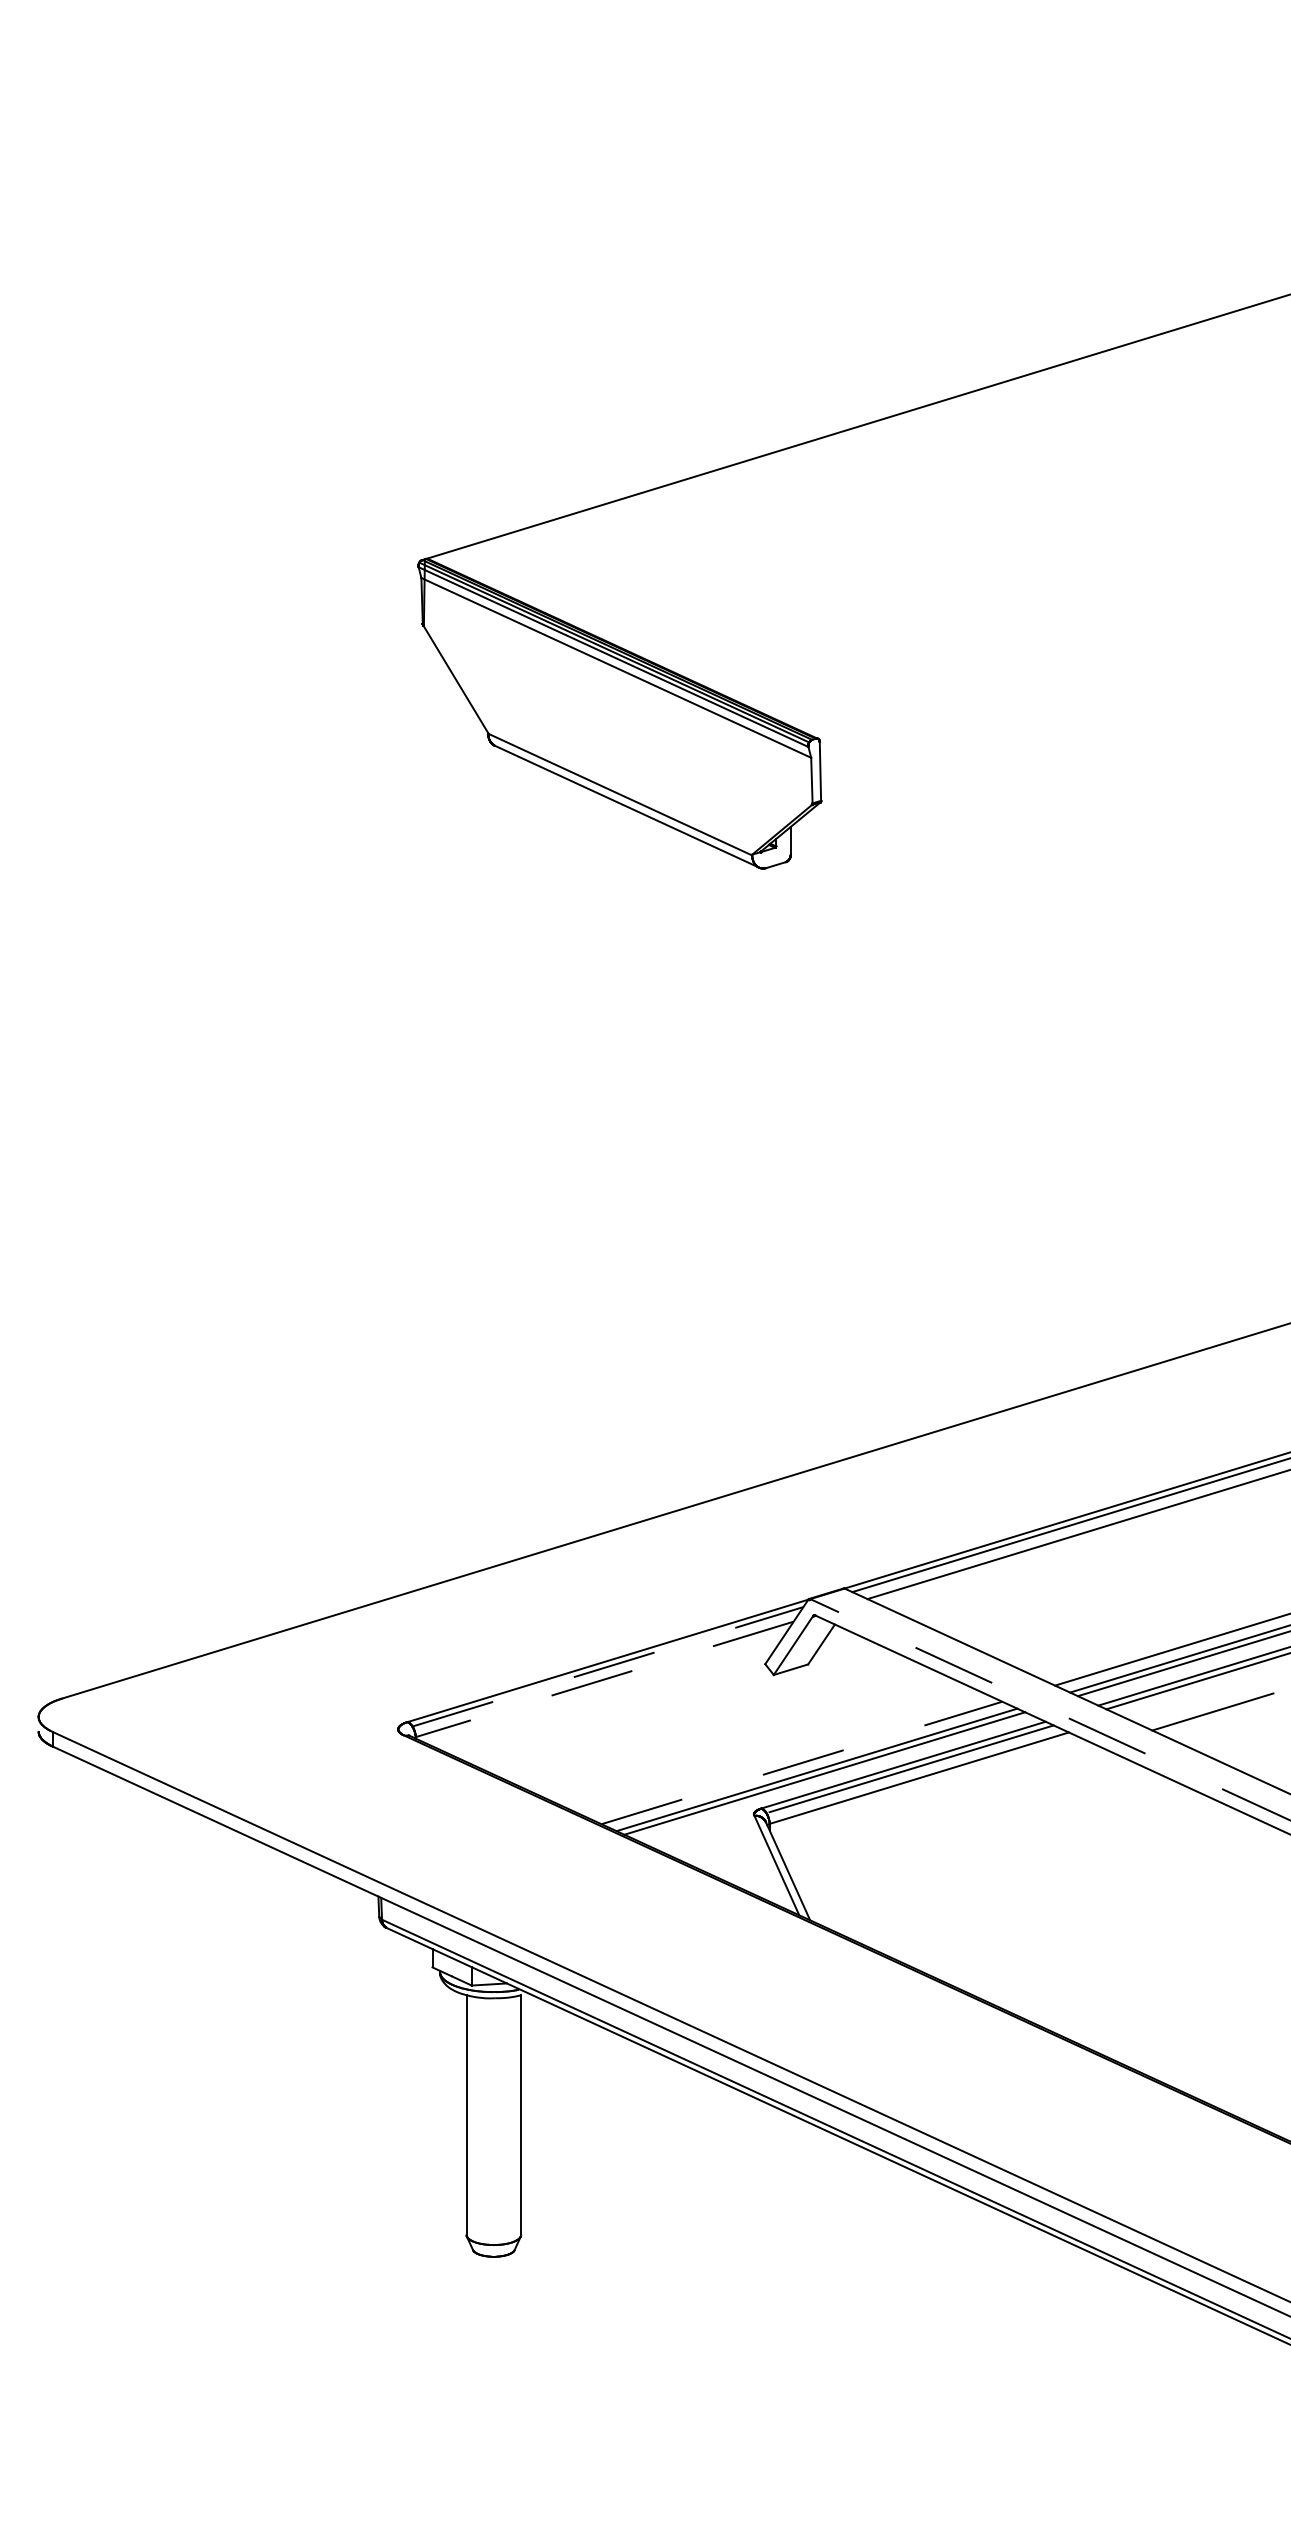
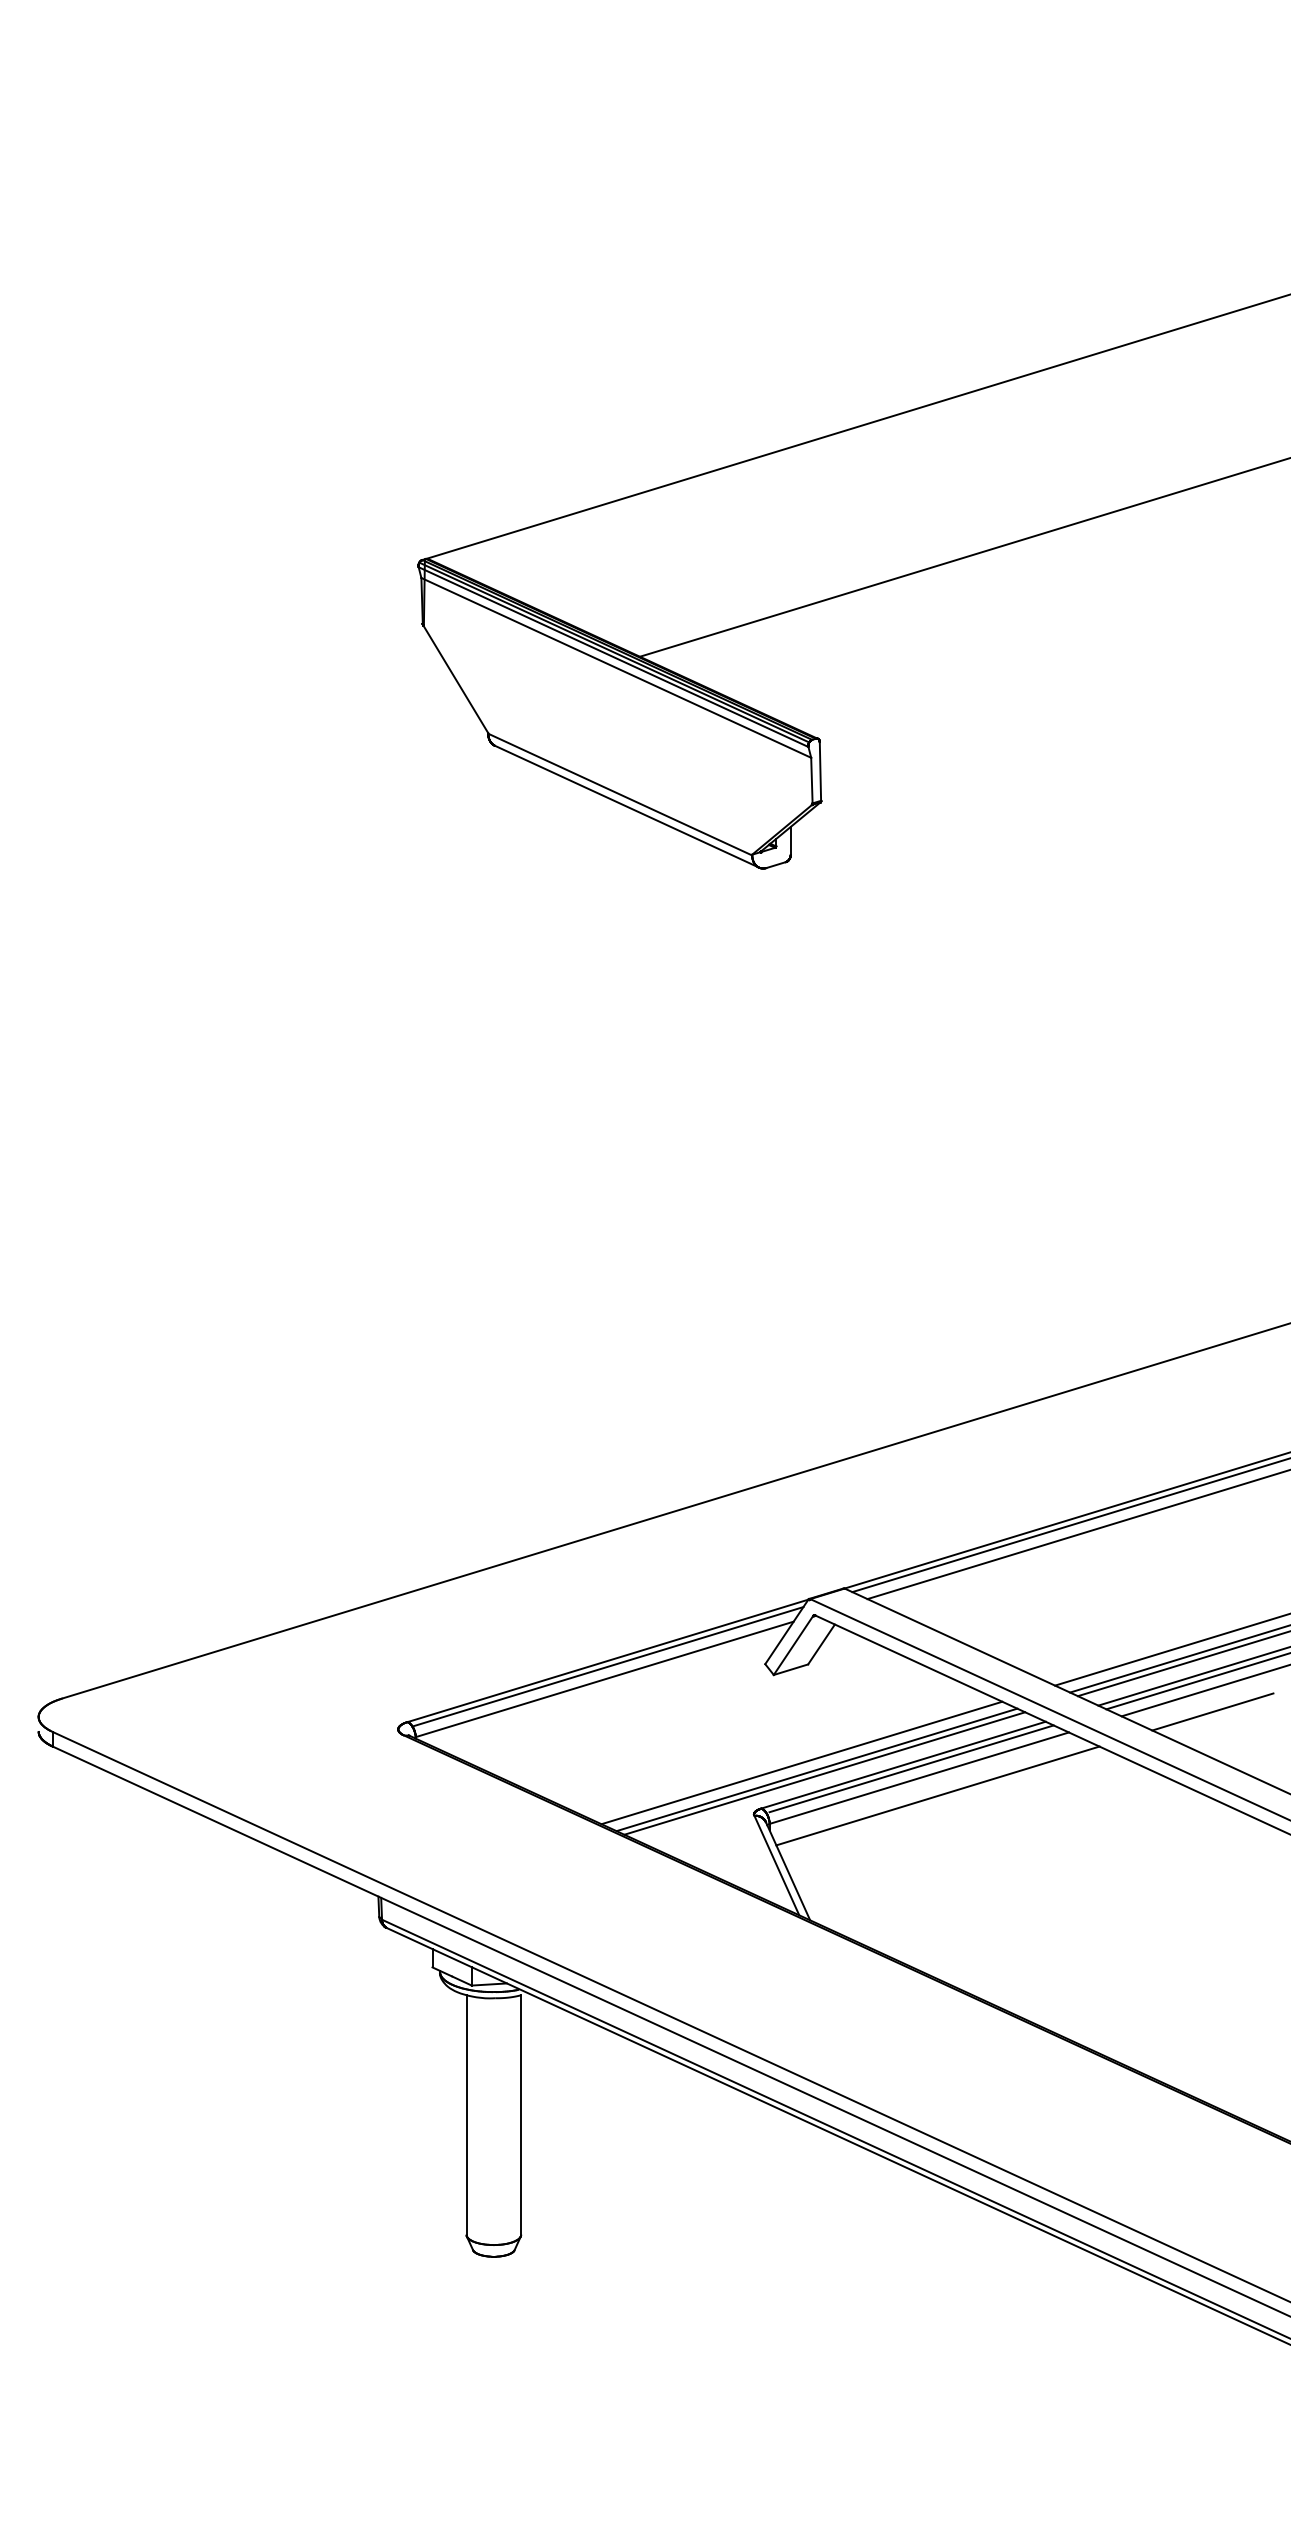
line at (963, 557): none -> present
line at (608, 1666): dashed -> solid
line at (604, 1679): dashed -> solid
line at (1204, 1690): none -> present
line at (1050, 1709): dashed -> solid
line at (801, 1762): dashed -> solid
line at (937, 1795): none -> present
